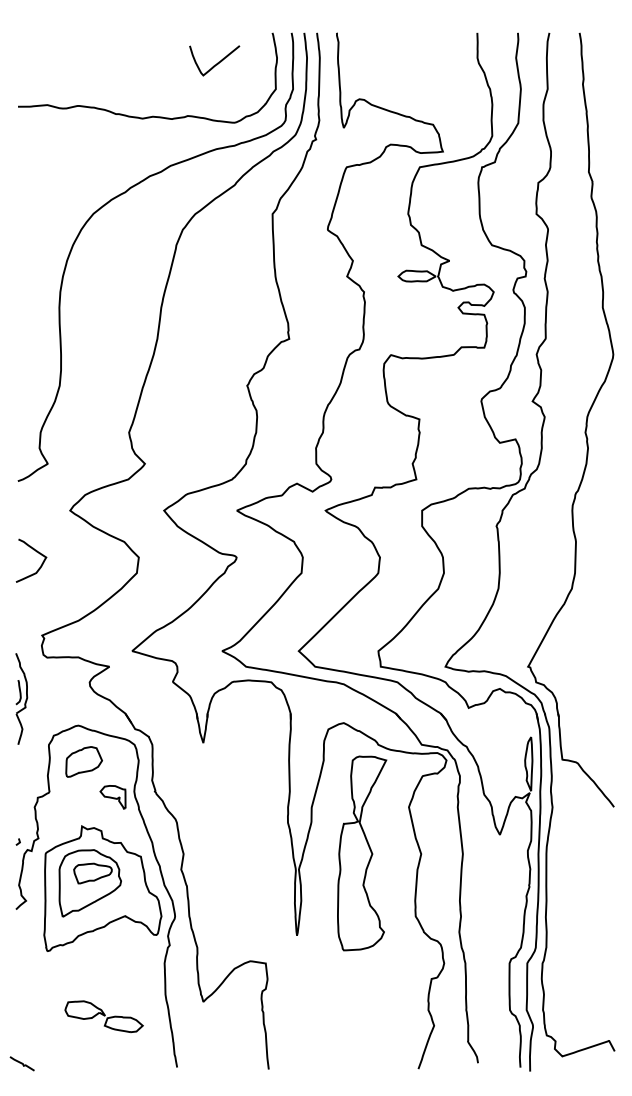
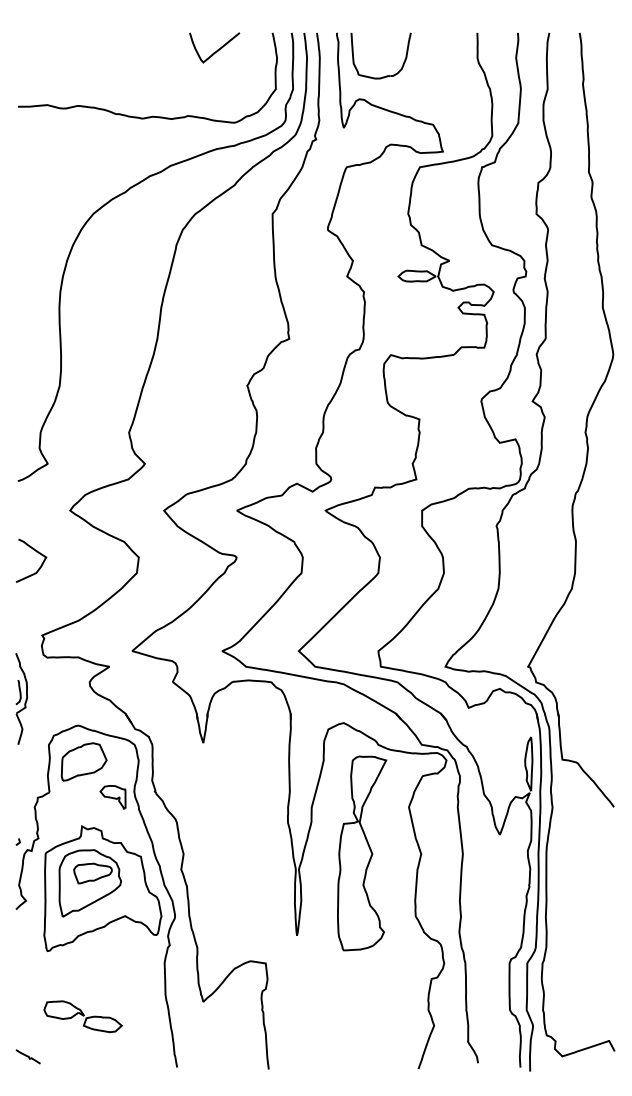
curve at (217, 62) position: (217, 62) -> (217, 49)
part at (386, 75): none -> present
part at (83, 761) size: 38x32 px -> 48x40 px
part at (103, 1016) position: (103, 1016) -> (82, 1016)
line at (21, 1063) position: (21, 1063) -> (27, 1056)
